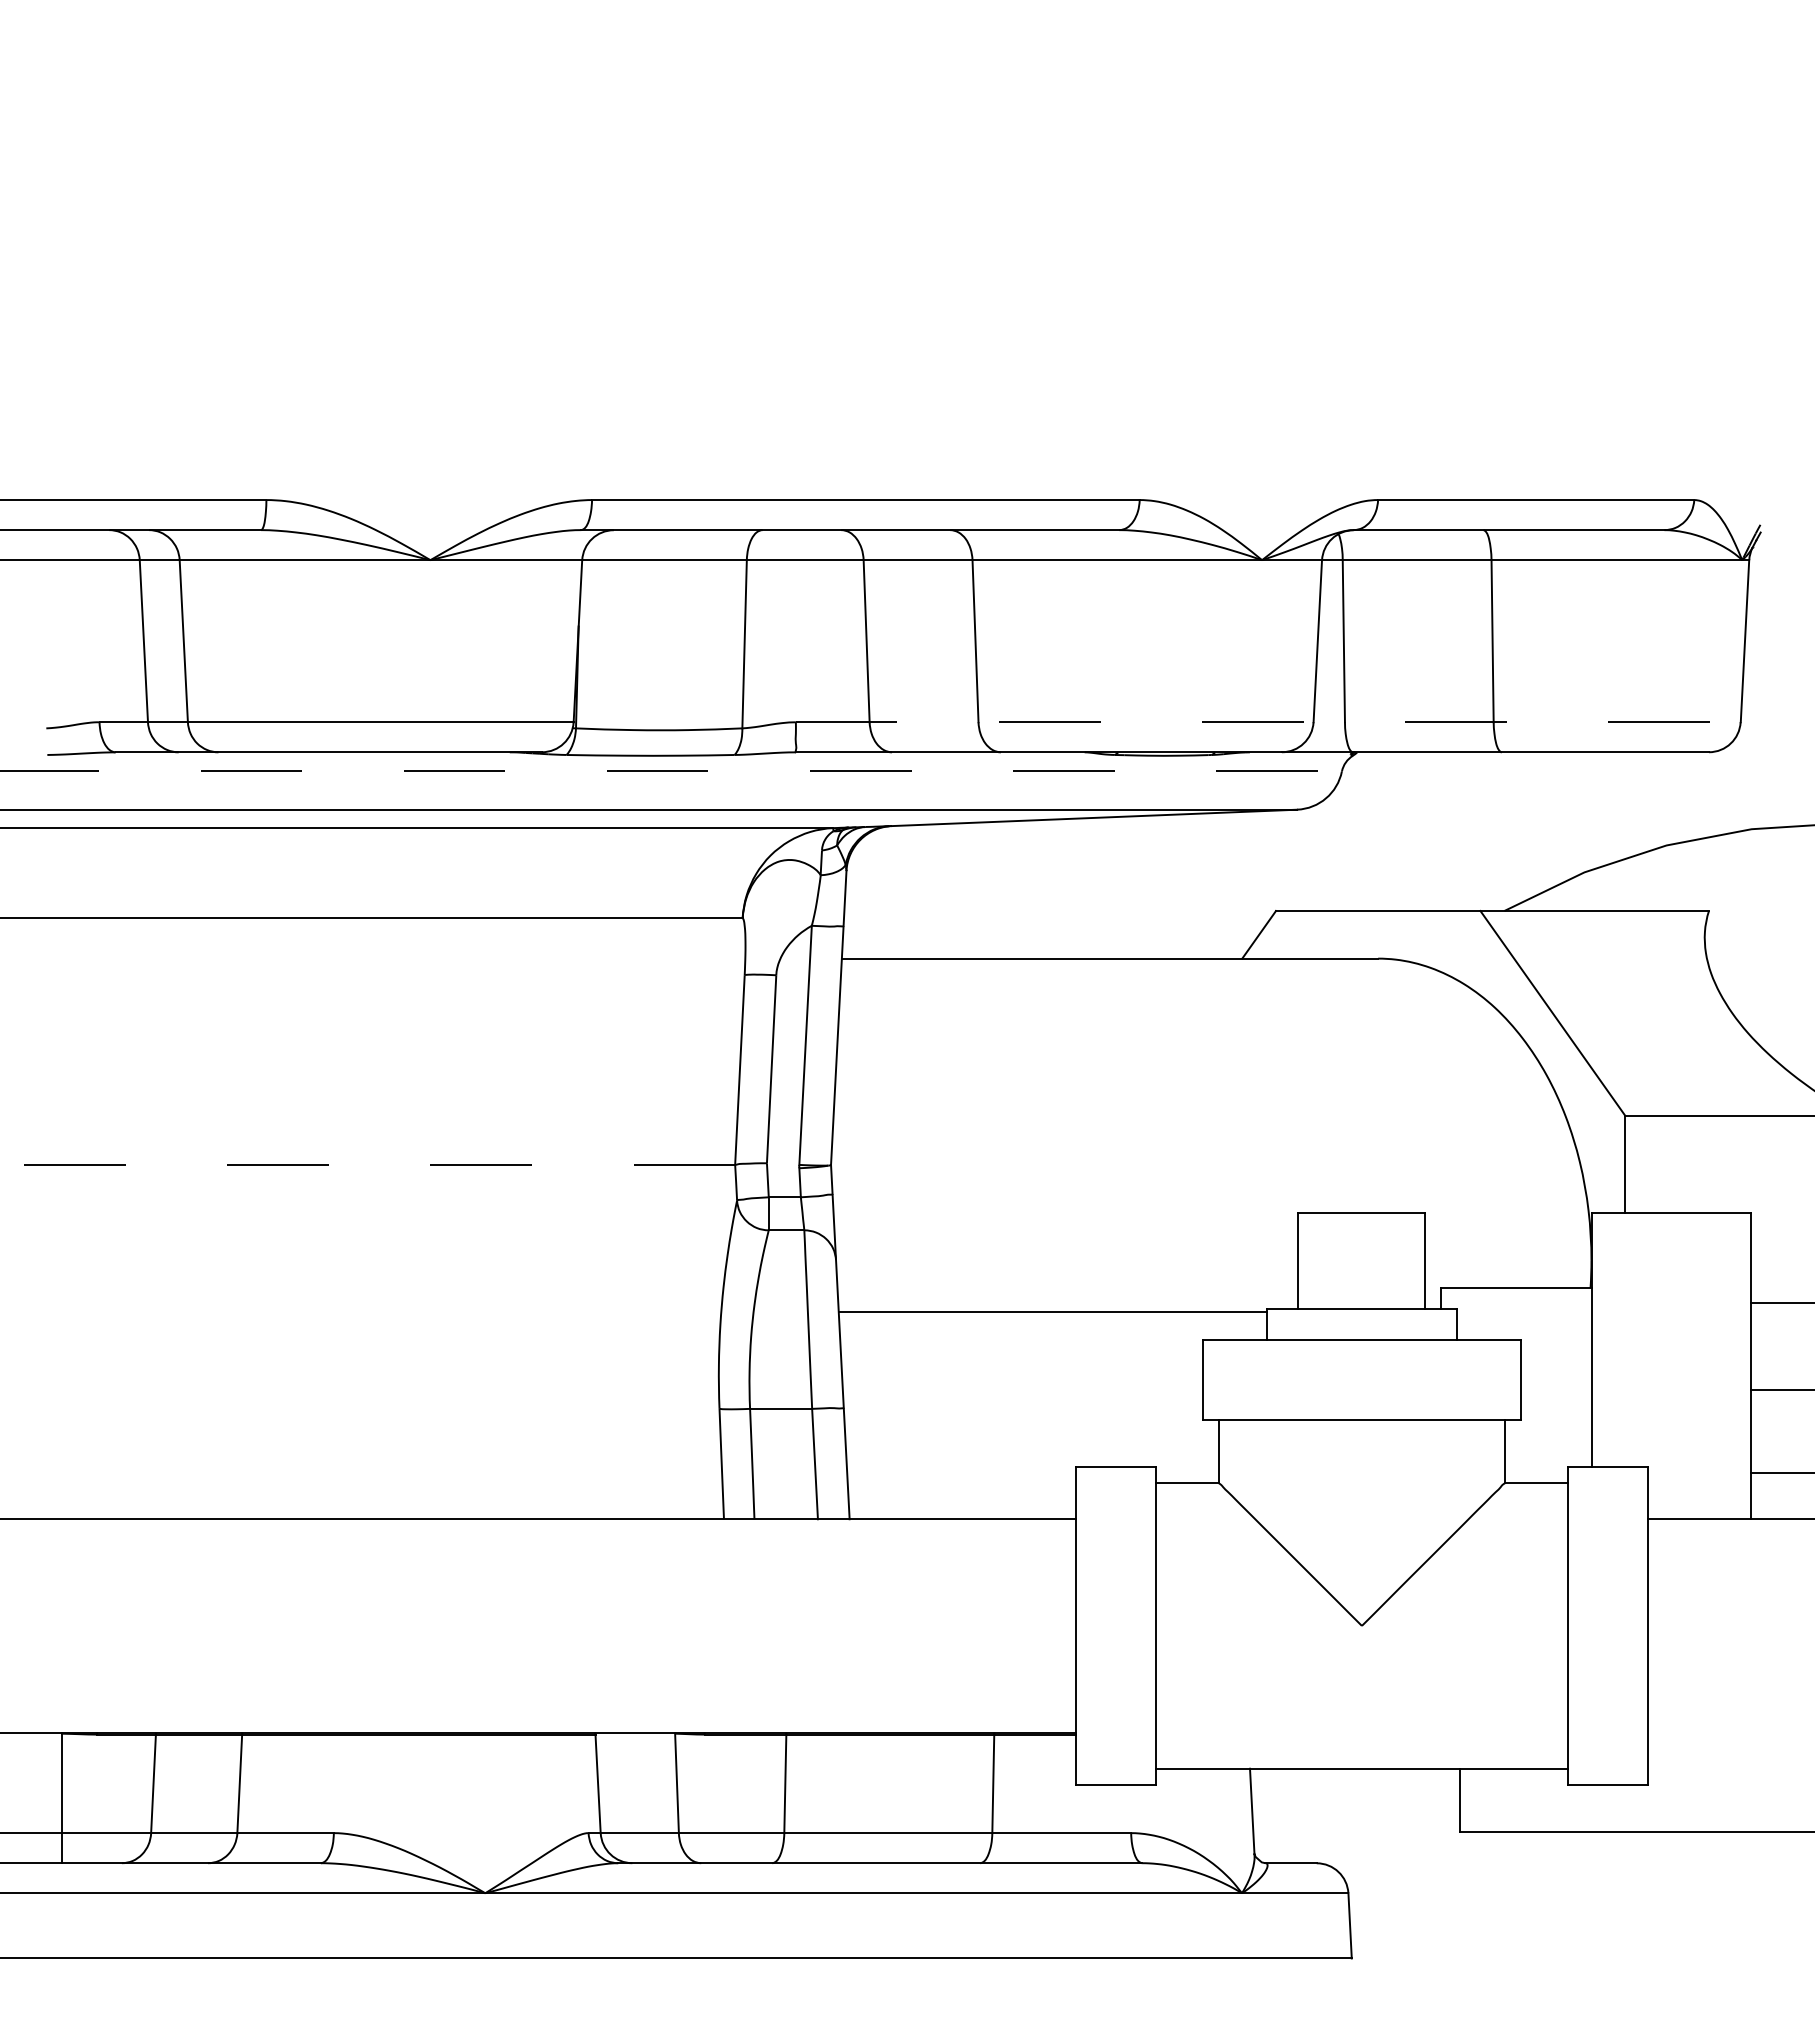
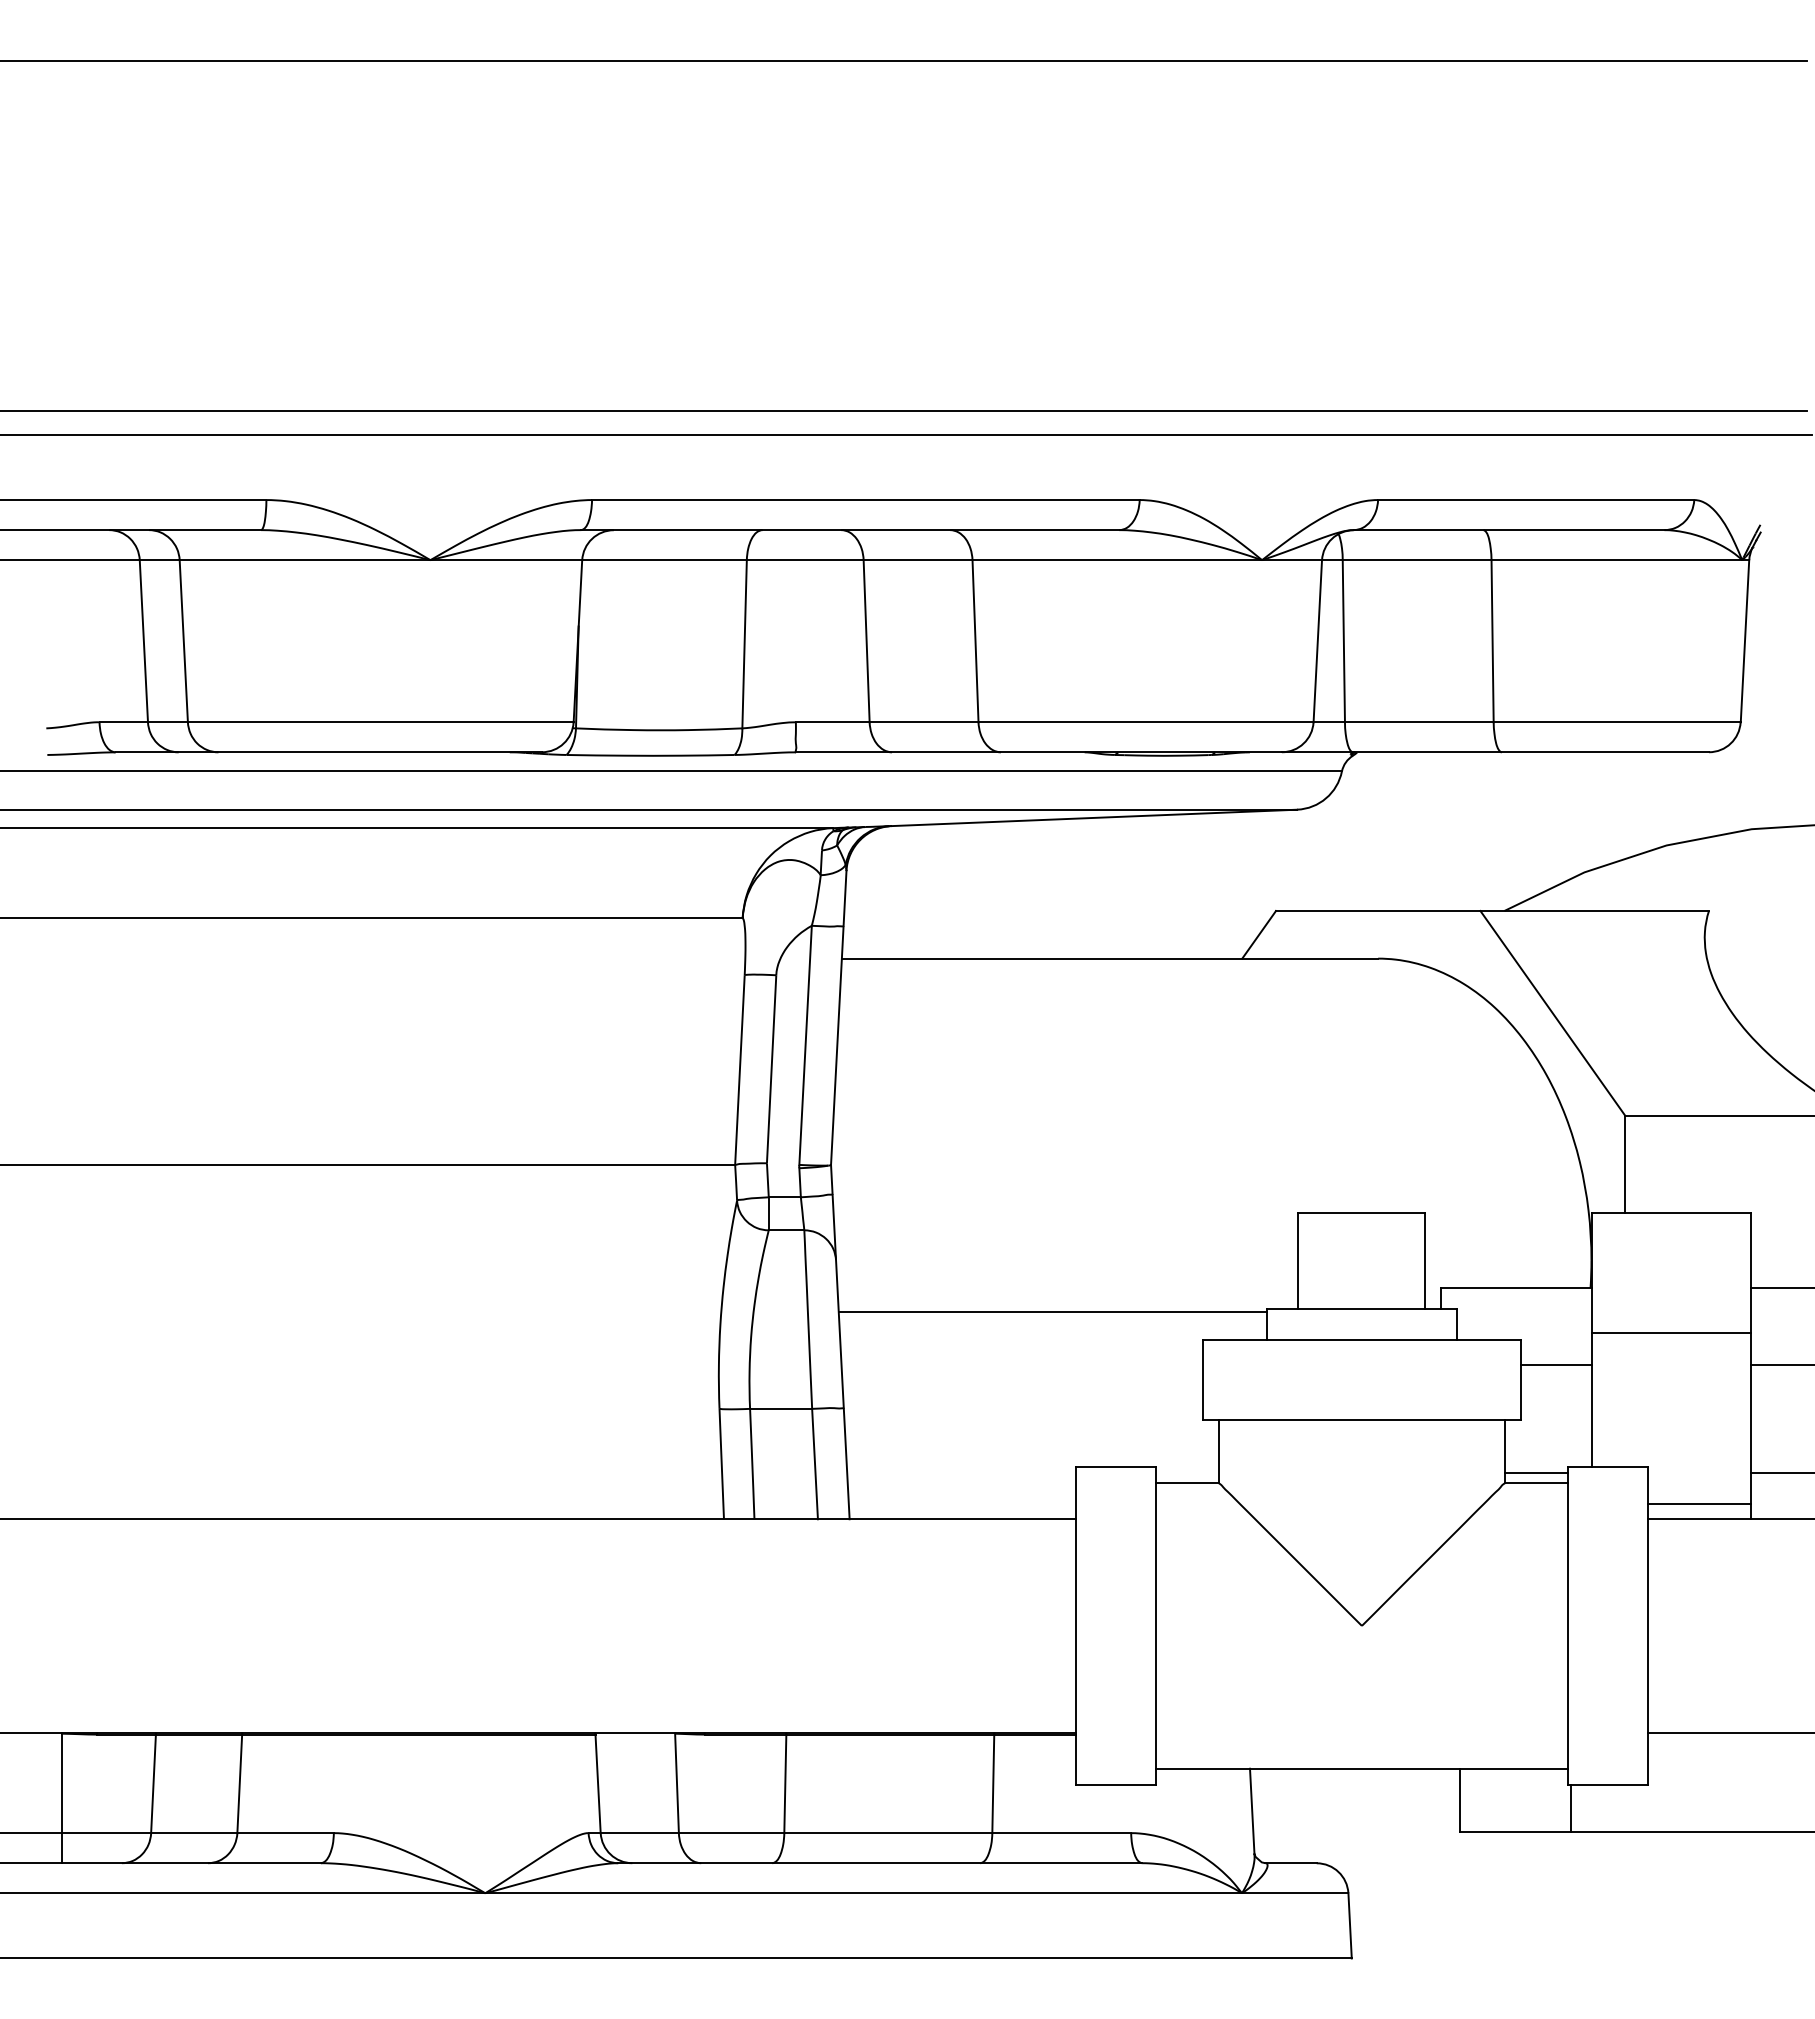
line at (904, 60): none -> present
line at (904, 411): none -> present
line at (906, 434): none -> present
line at (1268, 722): dashed -> solid
line at (671, 771): dashed -> solid
line at (367, 1164): dashed -> solid
line at (1780, 1302) position: (1780, 1302) -> (1780, 1287)
line at (1671, 1333): none -> present
line at (1556, 1364): none -> present
line at (1780, 1389) position: (1780, 1389) -> (1780, 1364)
line at (1536, 1473): none -> present
line at (1698, 1504): none -> present
line at (1729, 1732): none -> present
line at (1571, 1807): none -> present
